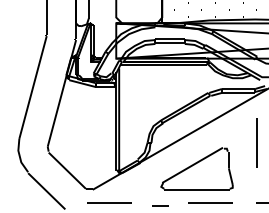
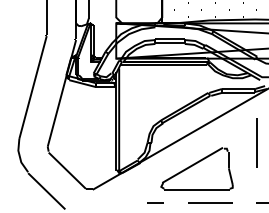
line at (109, 202): present -> none
line at (160, 205) position: (160, 205) -> (155, 202)
